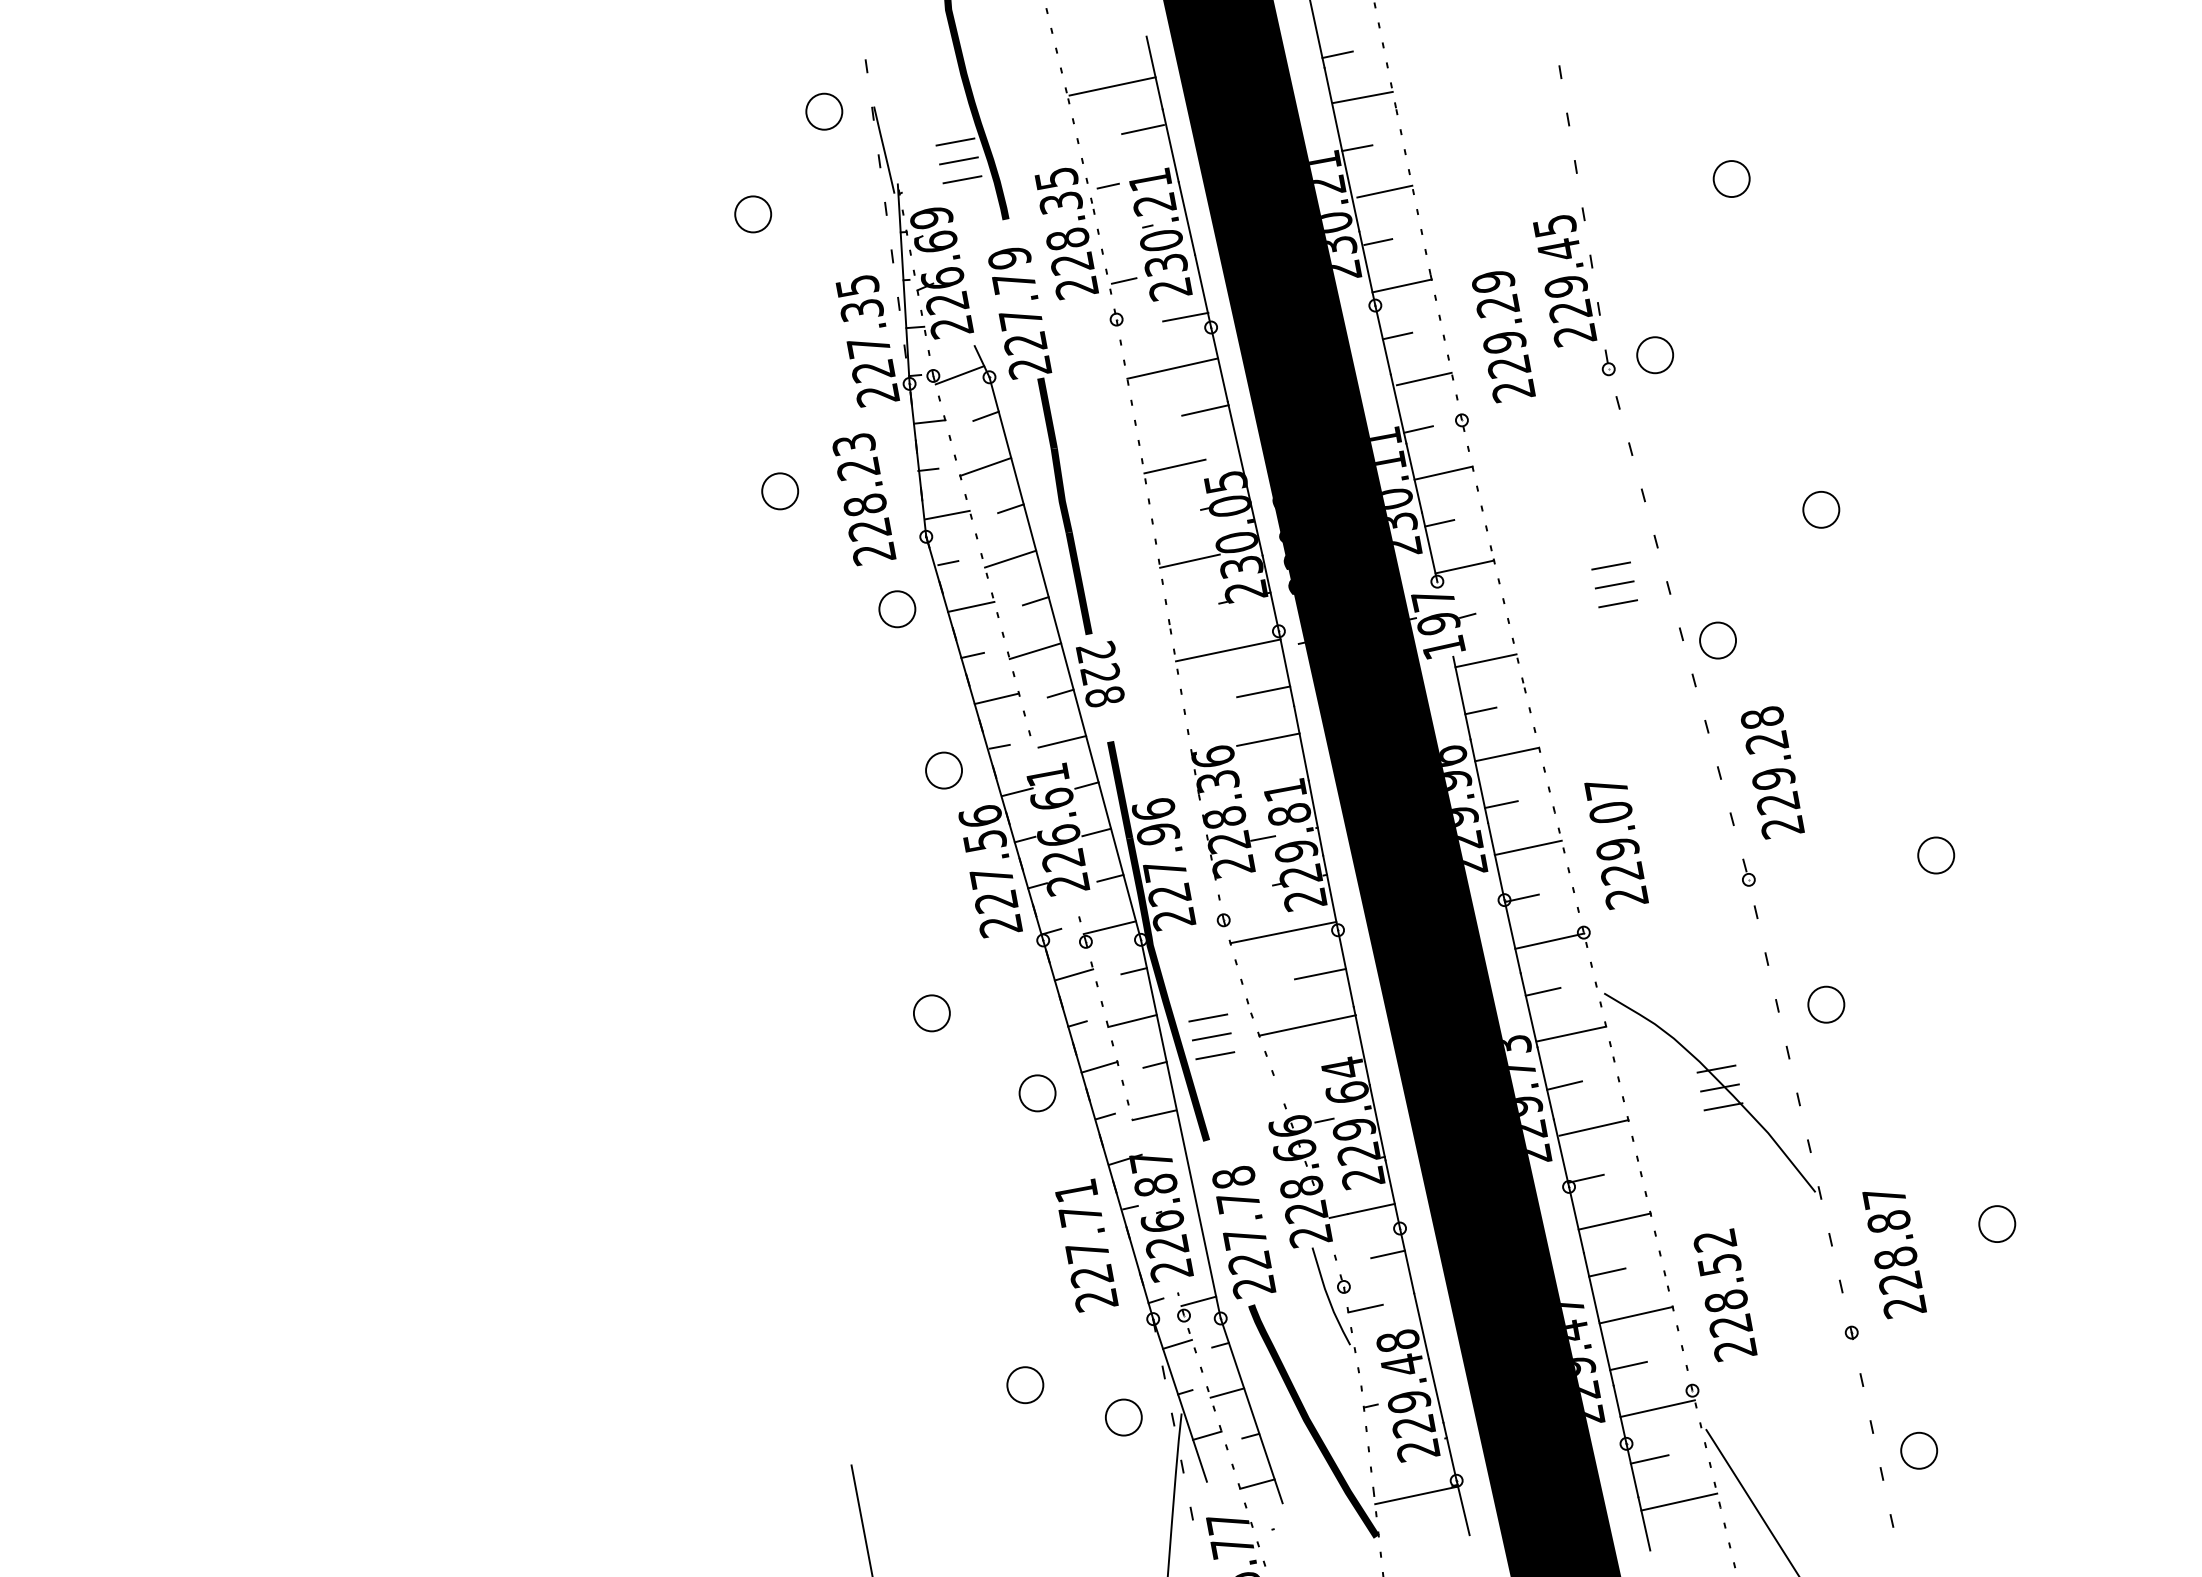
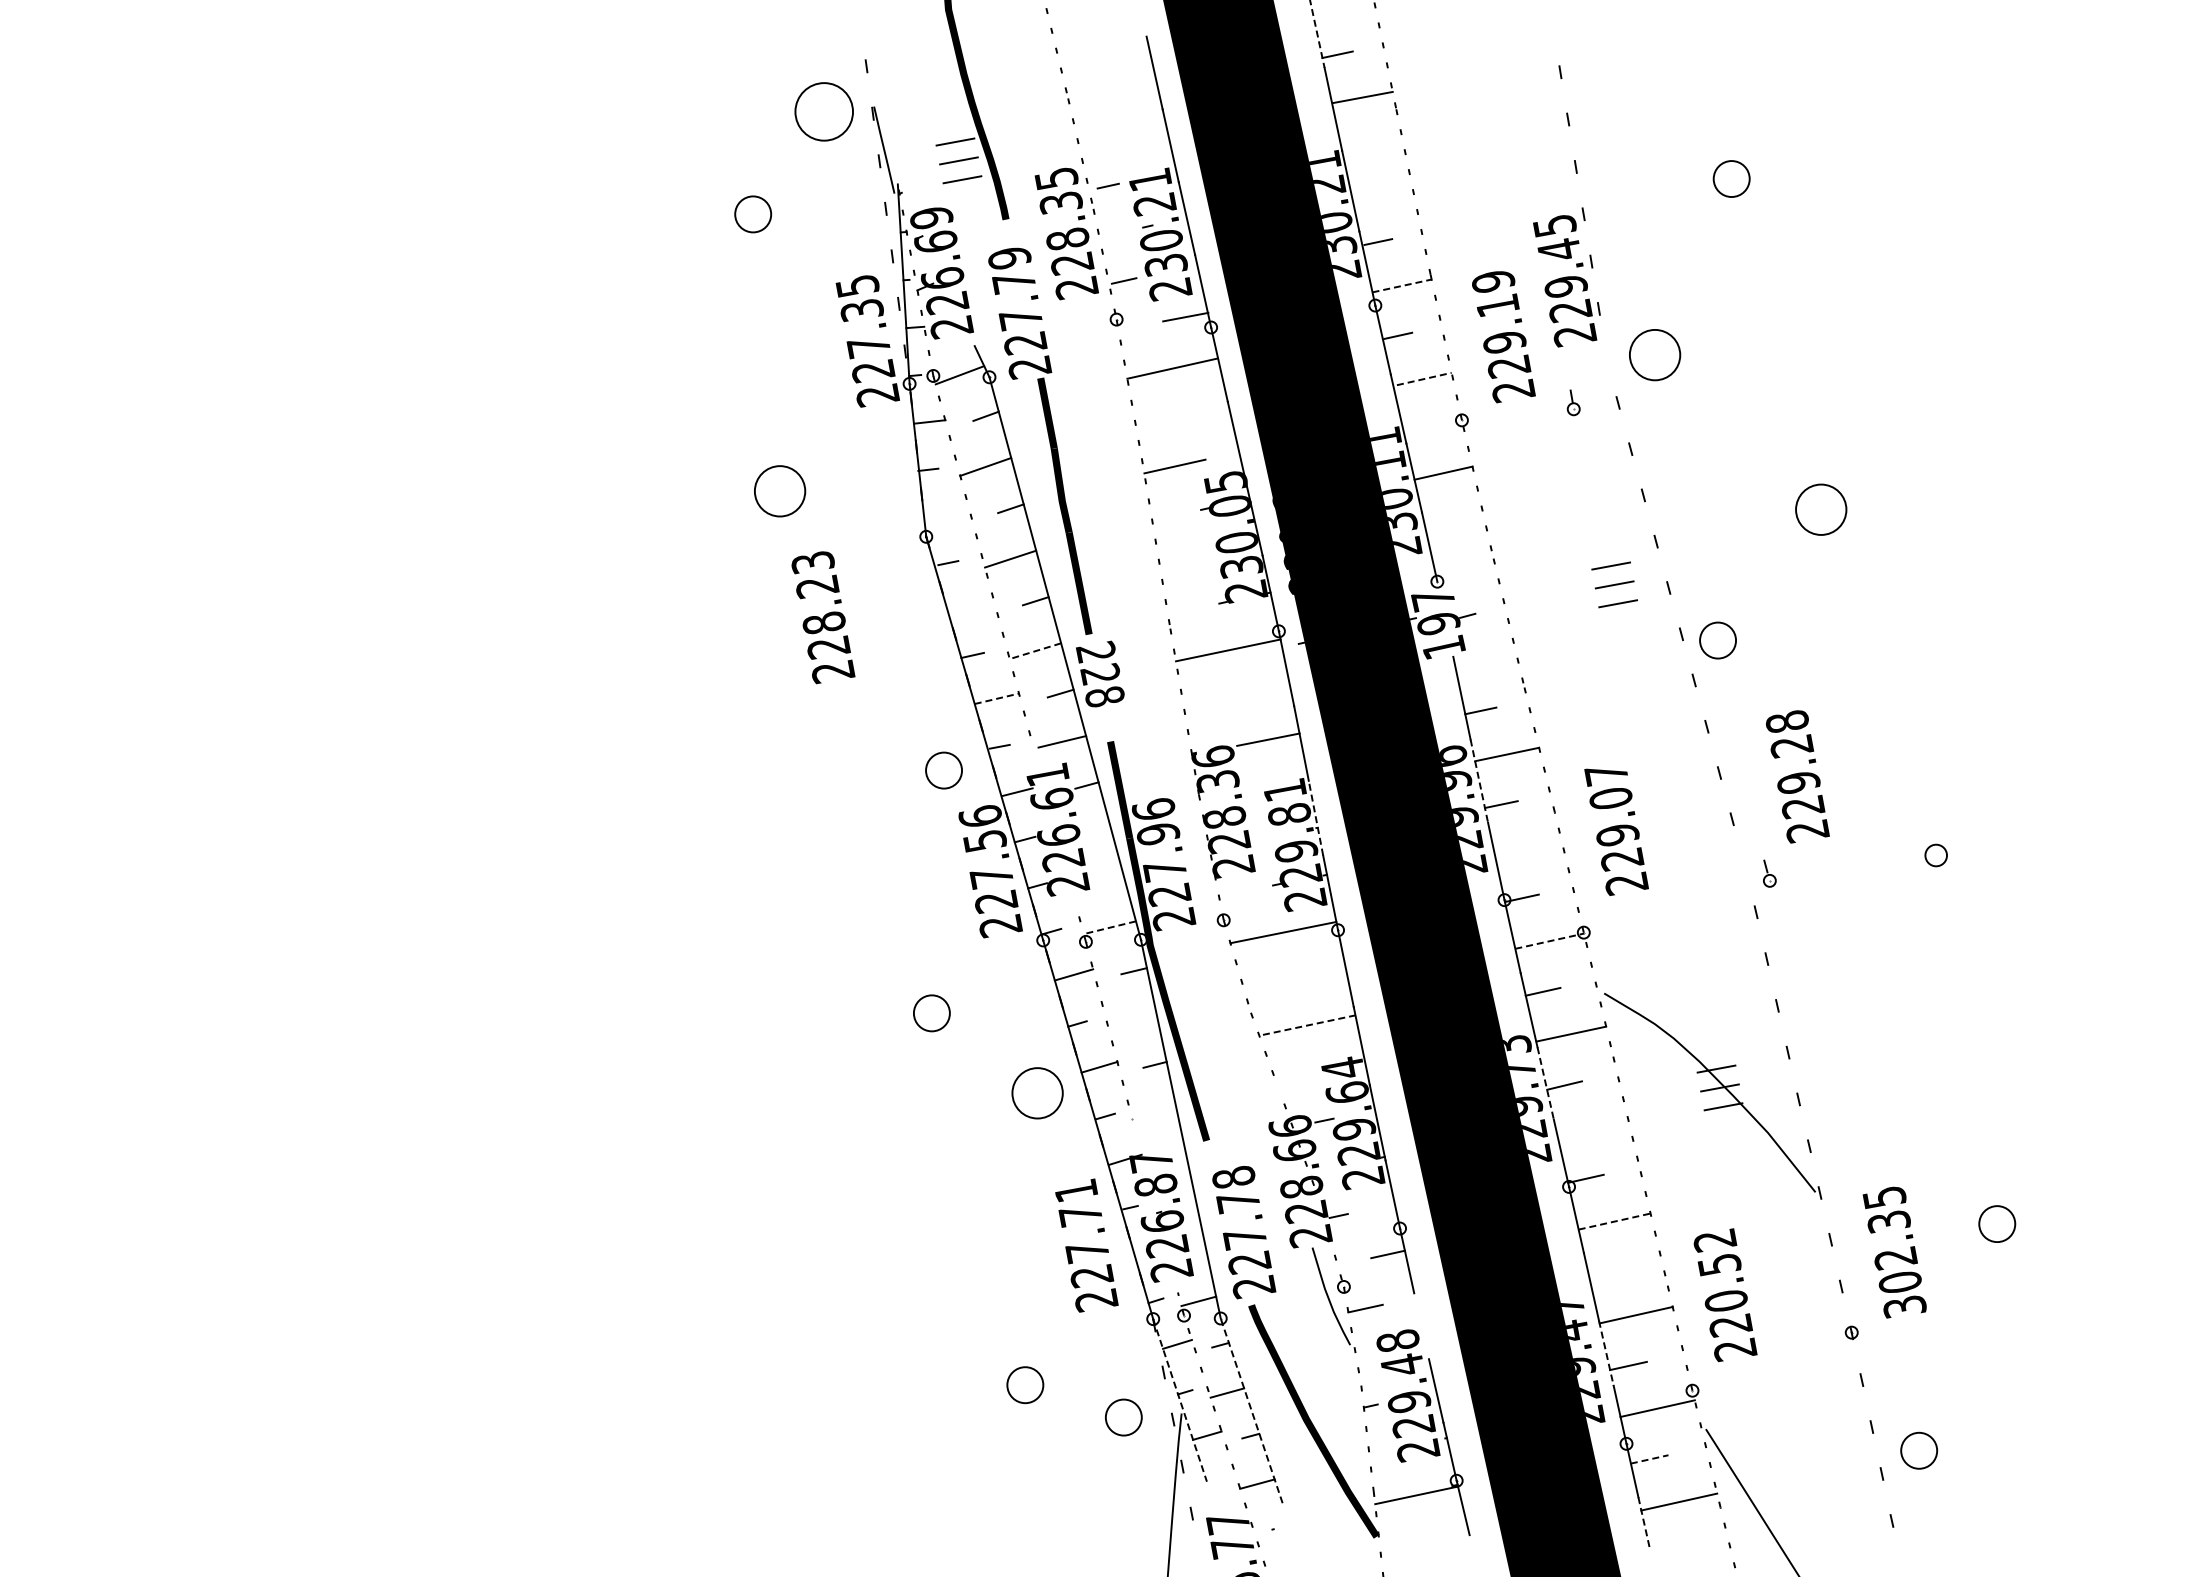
line at (1317, 34): solid -> dashed
line at (1112, 86): present -> none
circle at (824, 111) size: 39x39 px -> 60x60 px
line at (1142, 129): present -> none
line at (1357, 147): present -> none
line at (1384, 191): present -> none
line at (1402, 285): solid -> dashed
text at (1498, 305): 229.29 -> 229.19
circle at (1655, 355) size: 39x39 px -> 53x53 px
part at (1608, 362) position: (1608, 362) -> (1573, 402)
line at (1424, 378): solid -> dashed
line at (1205, 410): present -> none
line at (1418, 429): present -> none
circle at (780, 491) size: 39x39 px -> 53x53 px
text at (864, 499) position: (864, 499) -> (823, 617)
circle at (1821, 509) size: 39x38 px -> 53x53 px
line at (947, 514): present -> none
line at (1439, 523): present -> none
line at (1189, 560): present -> none
line at (1464, 566): present -> none
line at (971, 606): present -> none
circle at (897, 609): present -> none
line at (1035, 651): solid -> dashed
line at (1485, 660): present -> none
line at (1263, 691): present -> none
line at (996, 698): solid -> dashed
text at (1772, 772) position: (1772, 772) -> (1797, 776)
line at (1479, 781): solid -> dashed
line at (1315, 817): solid -> dashed
line at (1096, 832): present -> none
line at (1263, 838): present -> none
text at (1616, 845) position: (1616, 845) -> (1616, 831)
line at (1527, 847): present -> none
circle at (1936, 855) diameter: 36 px -> 22 px
part at (1748, 872) position: (1748, 872) -> (1769, 873)
line at (1110, 877): present -> none
line at (1109, 927): solid -> dashed
line at (1550, 941): solid -> dashed
line at (1319, 973): present -> none
circle at (1826, 1004): present -> none
line at (1132, 1021): present -> none
line at (1307, 1025): solid -> dashed
part at (1211, 1036): present -> none
line at (1545, 1083): solid -> dashed
circle at (1037, 1093) size: 39x39 px -> 53x53 px
line at (1154, 1115): present -> none
line at (1593, 1127): present -> none
line at (1370, 1208): present -> none
line at (1614, 1221): solid -> dashed
text at (1894, 1252): 228.87 -> 302.35
line at (1607, 1272): present -> none
text at (1725, 1300): 228.52 -> 220.52
line at (1421, 1326): present -> none
line at (1606, 1353): solid -> dashed
line at (1180, 1400): solid -> dashed
line at (1251, 1410): solid -> dashed
line at (1650, 1459): solid -> dashed
line at (861, 1519): present -> none
line at (1644, 1524): solid -> dashed
